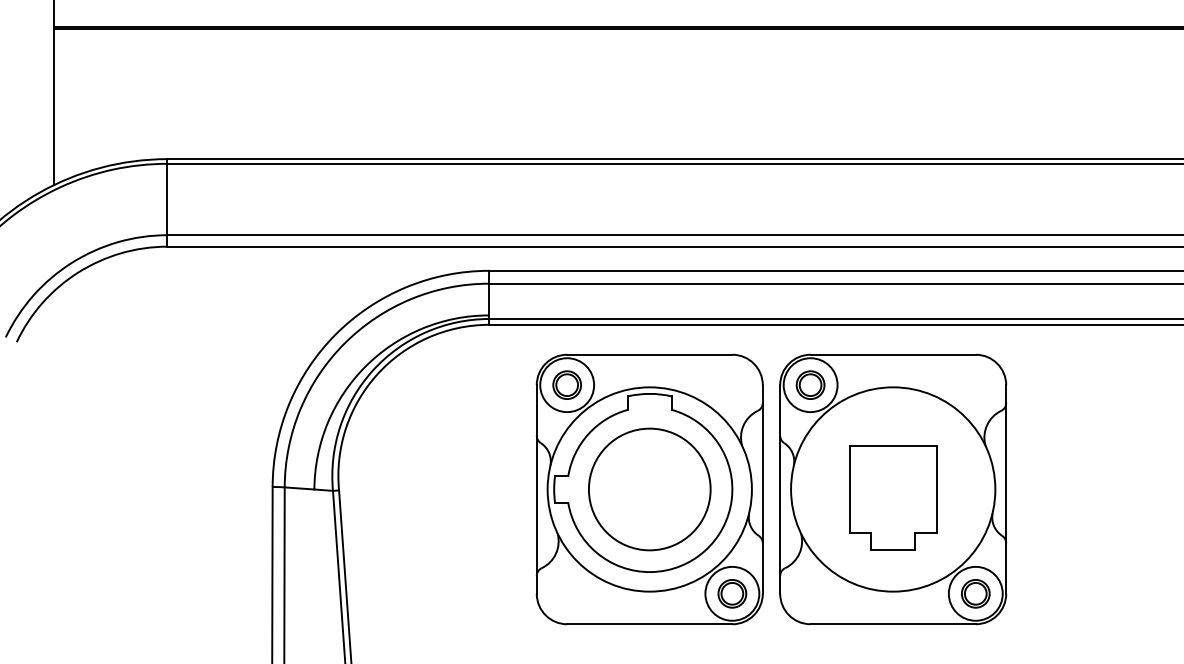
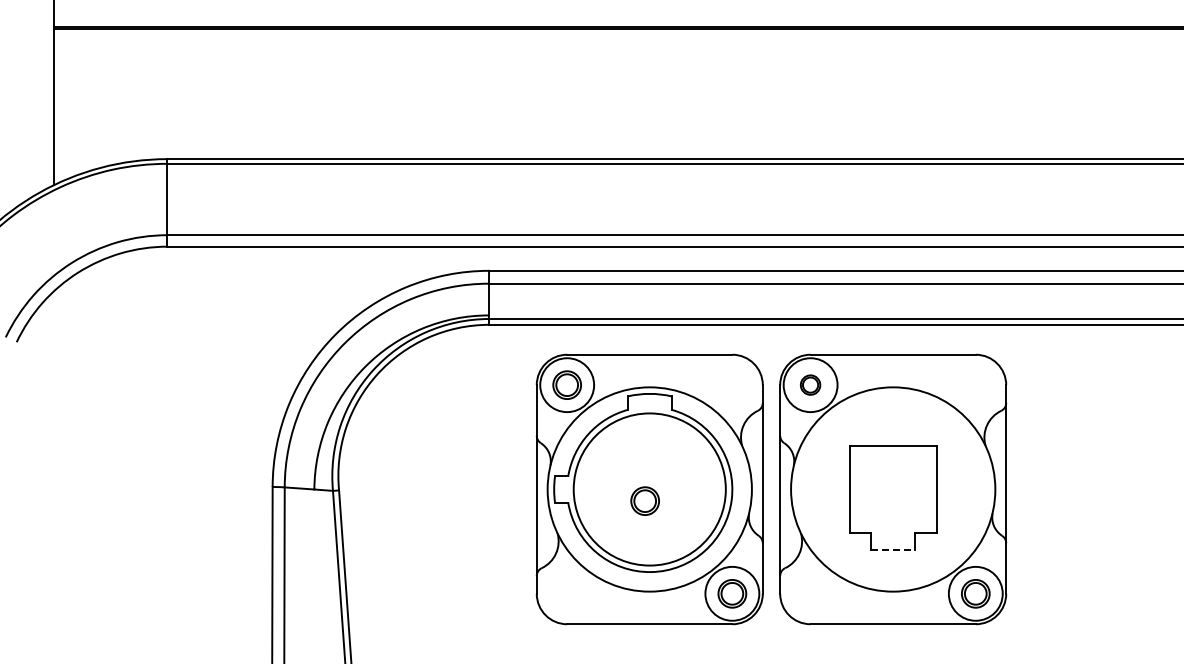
part at (810, 384) size: 31x30 px -> 22x22 px
circle at (649, 489) diameter: 122 px -> 152 px
part at (644, 500): none -> present
line at (893, 550): solid -> dashed
